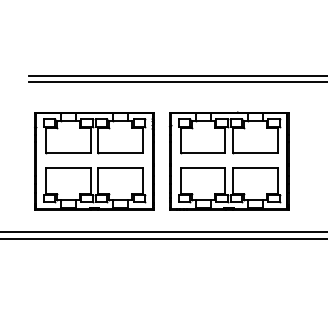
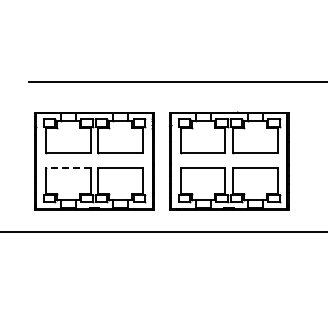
line at (176, 76): present -> none
line at (67, 168): solid -> dashed
line at (163, 238): present -> none
